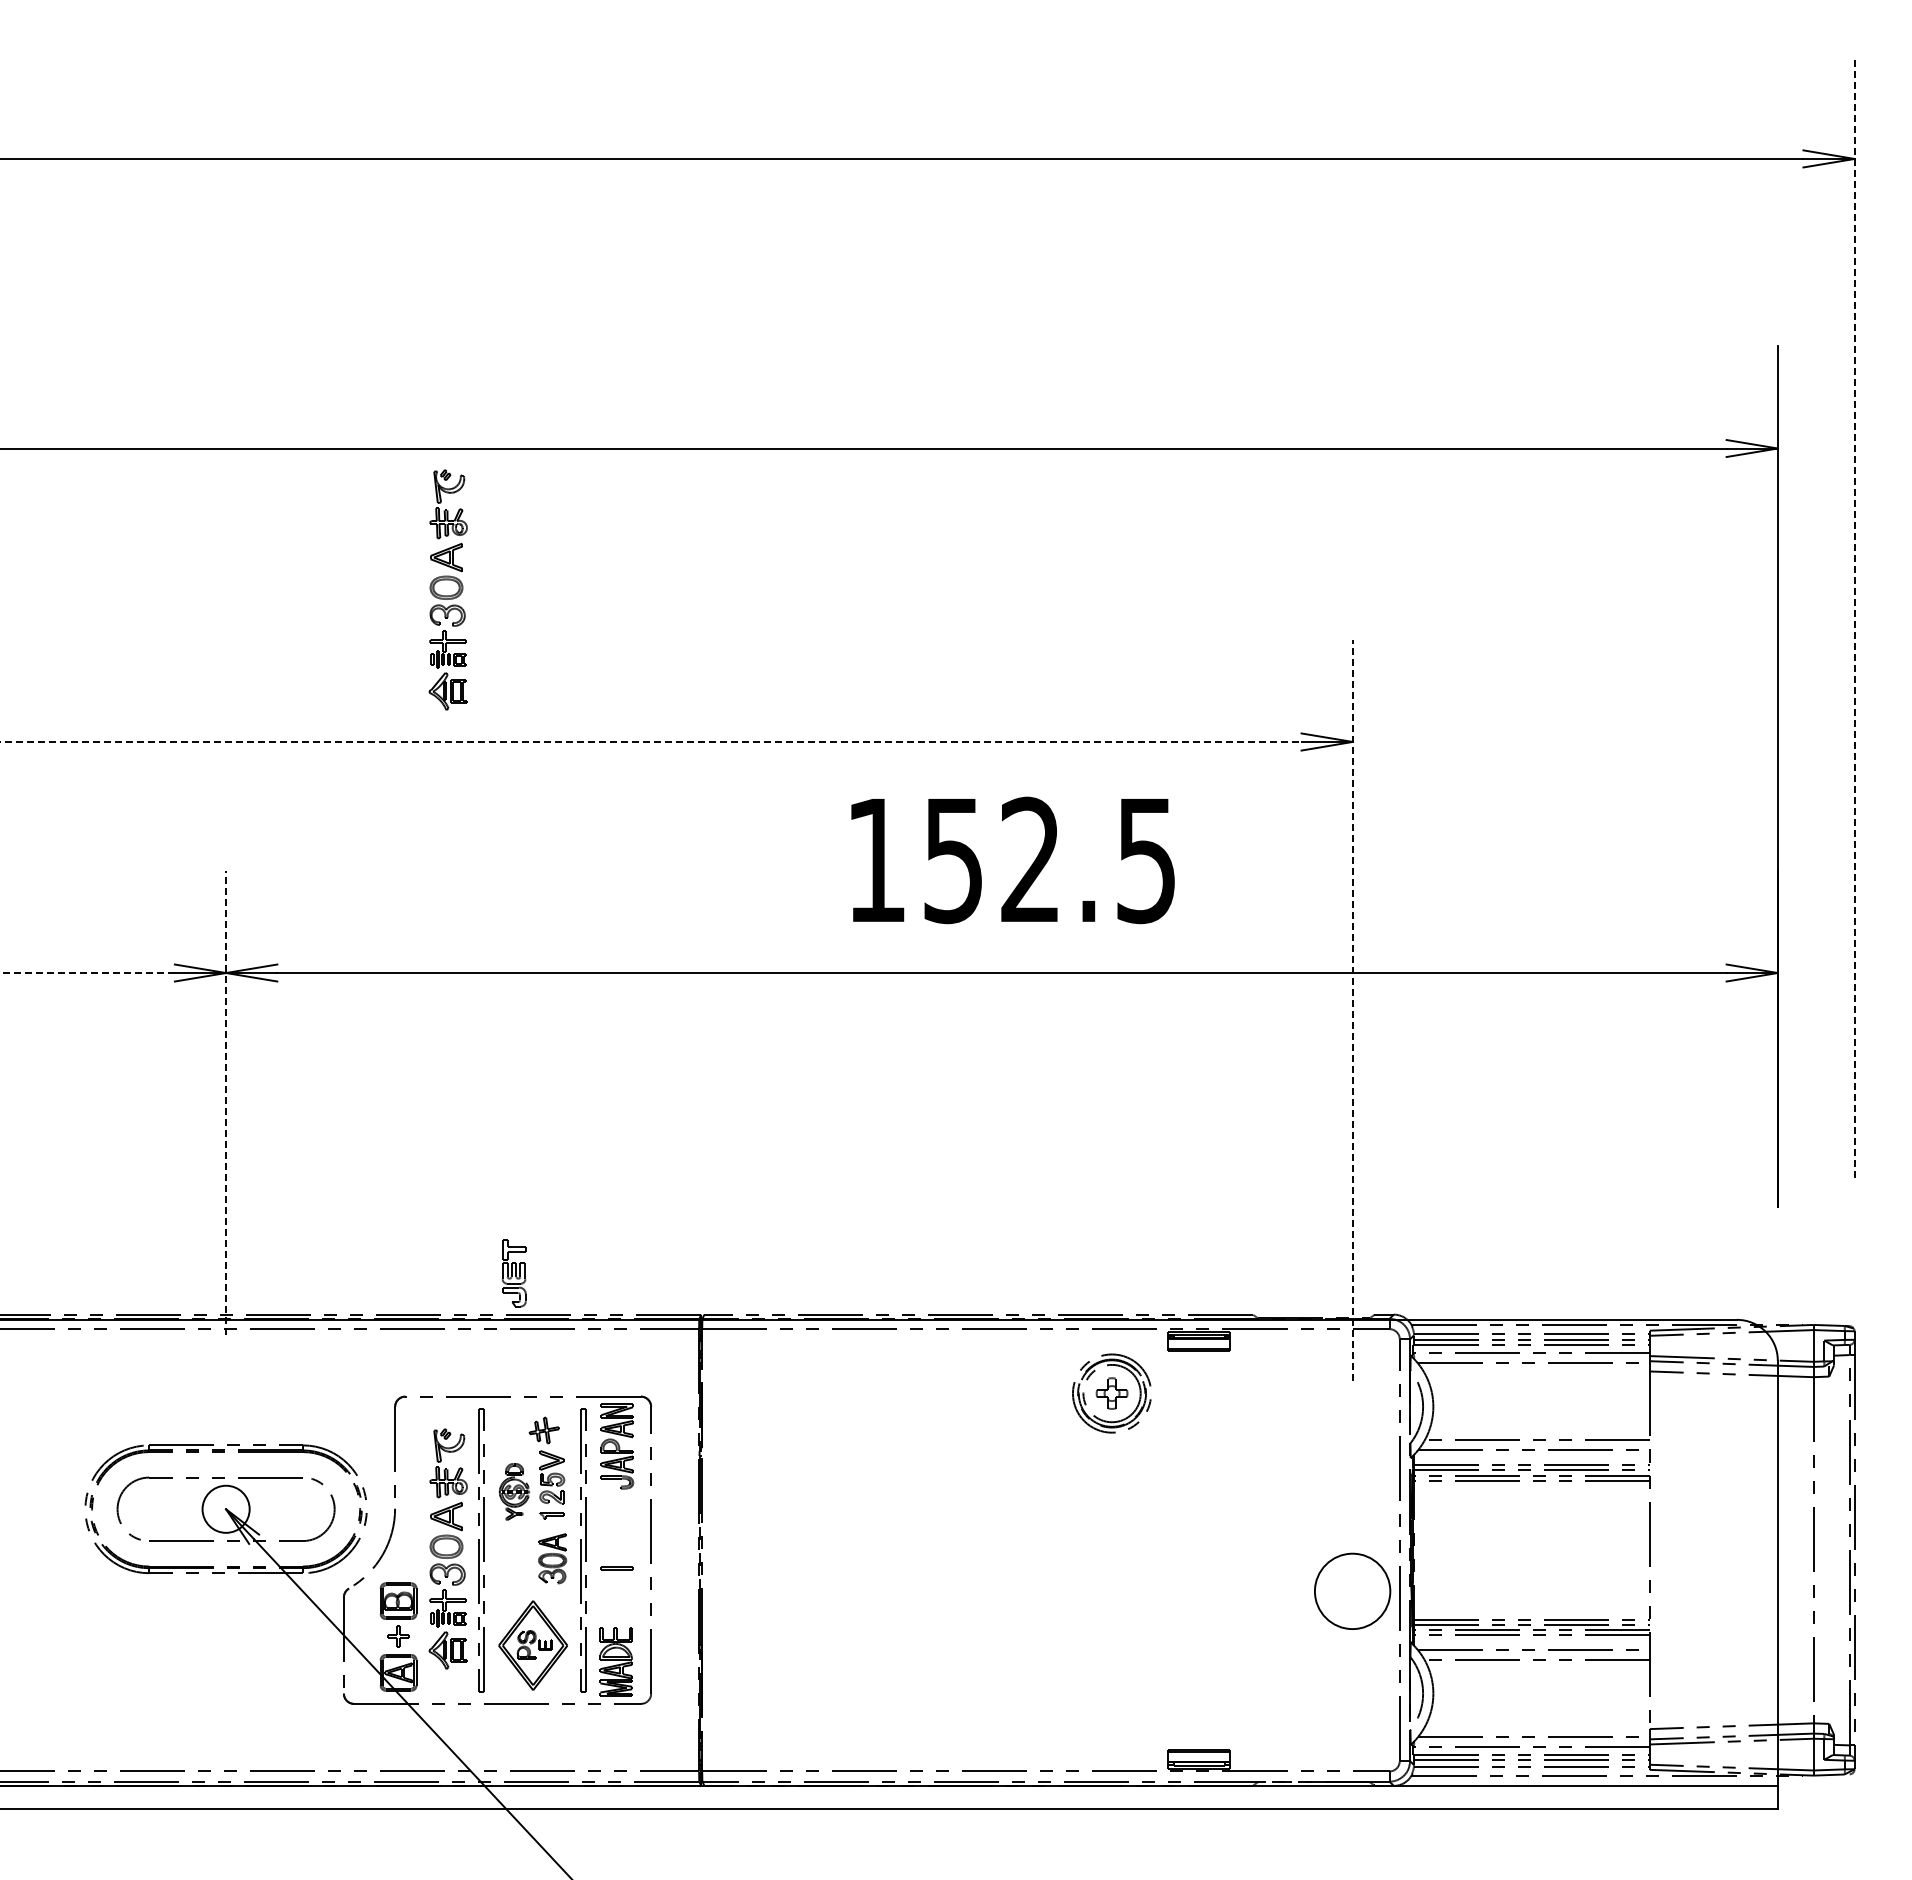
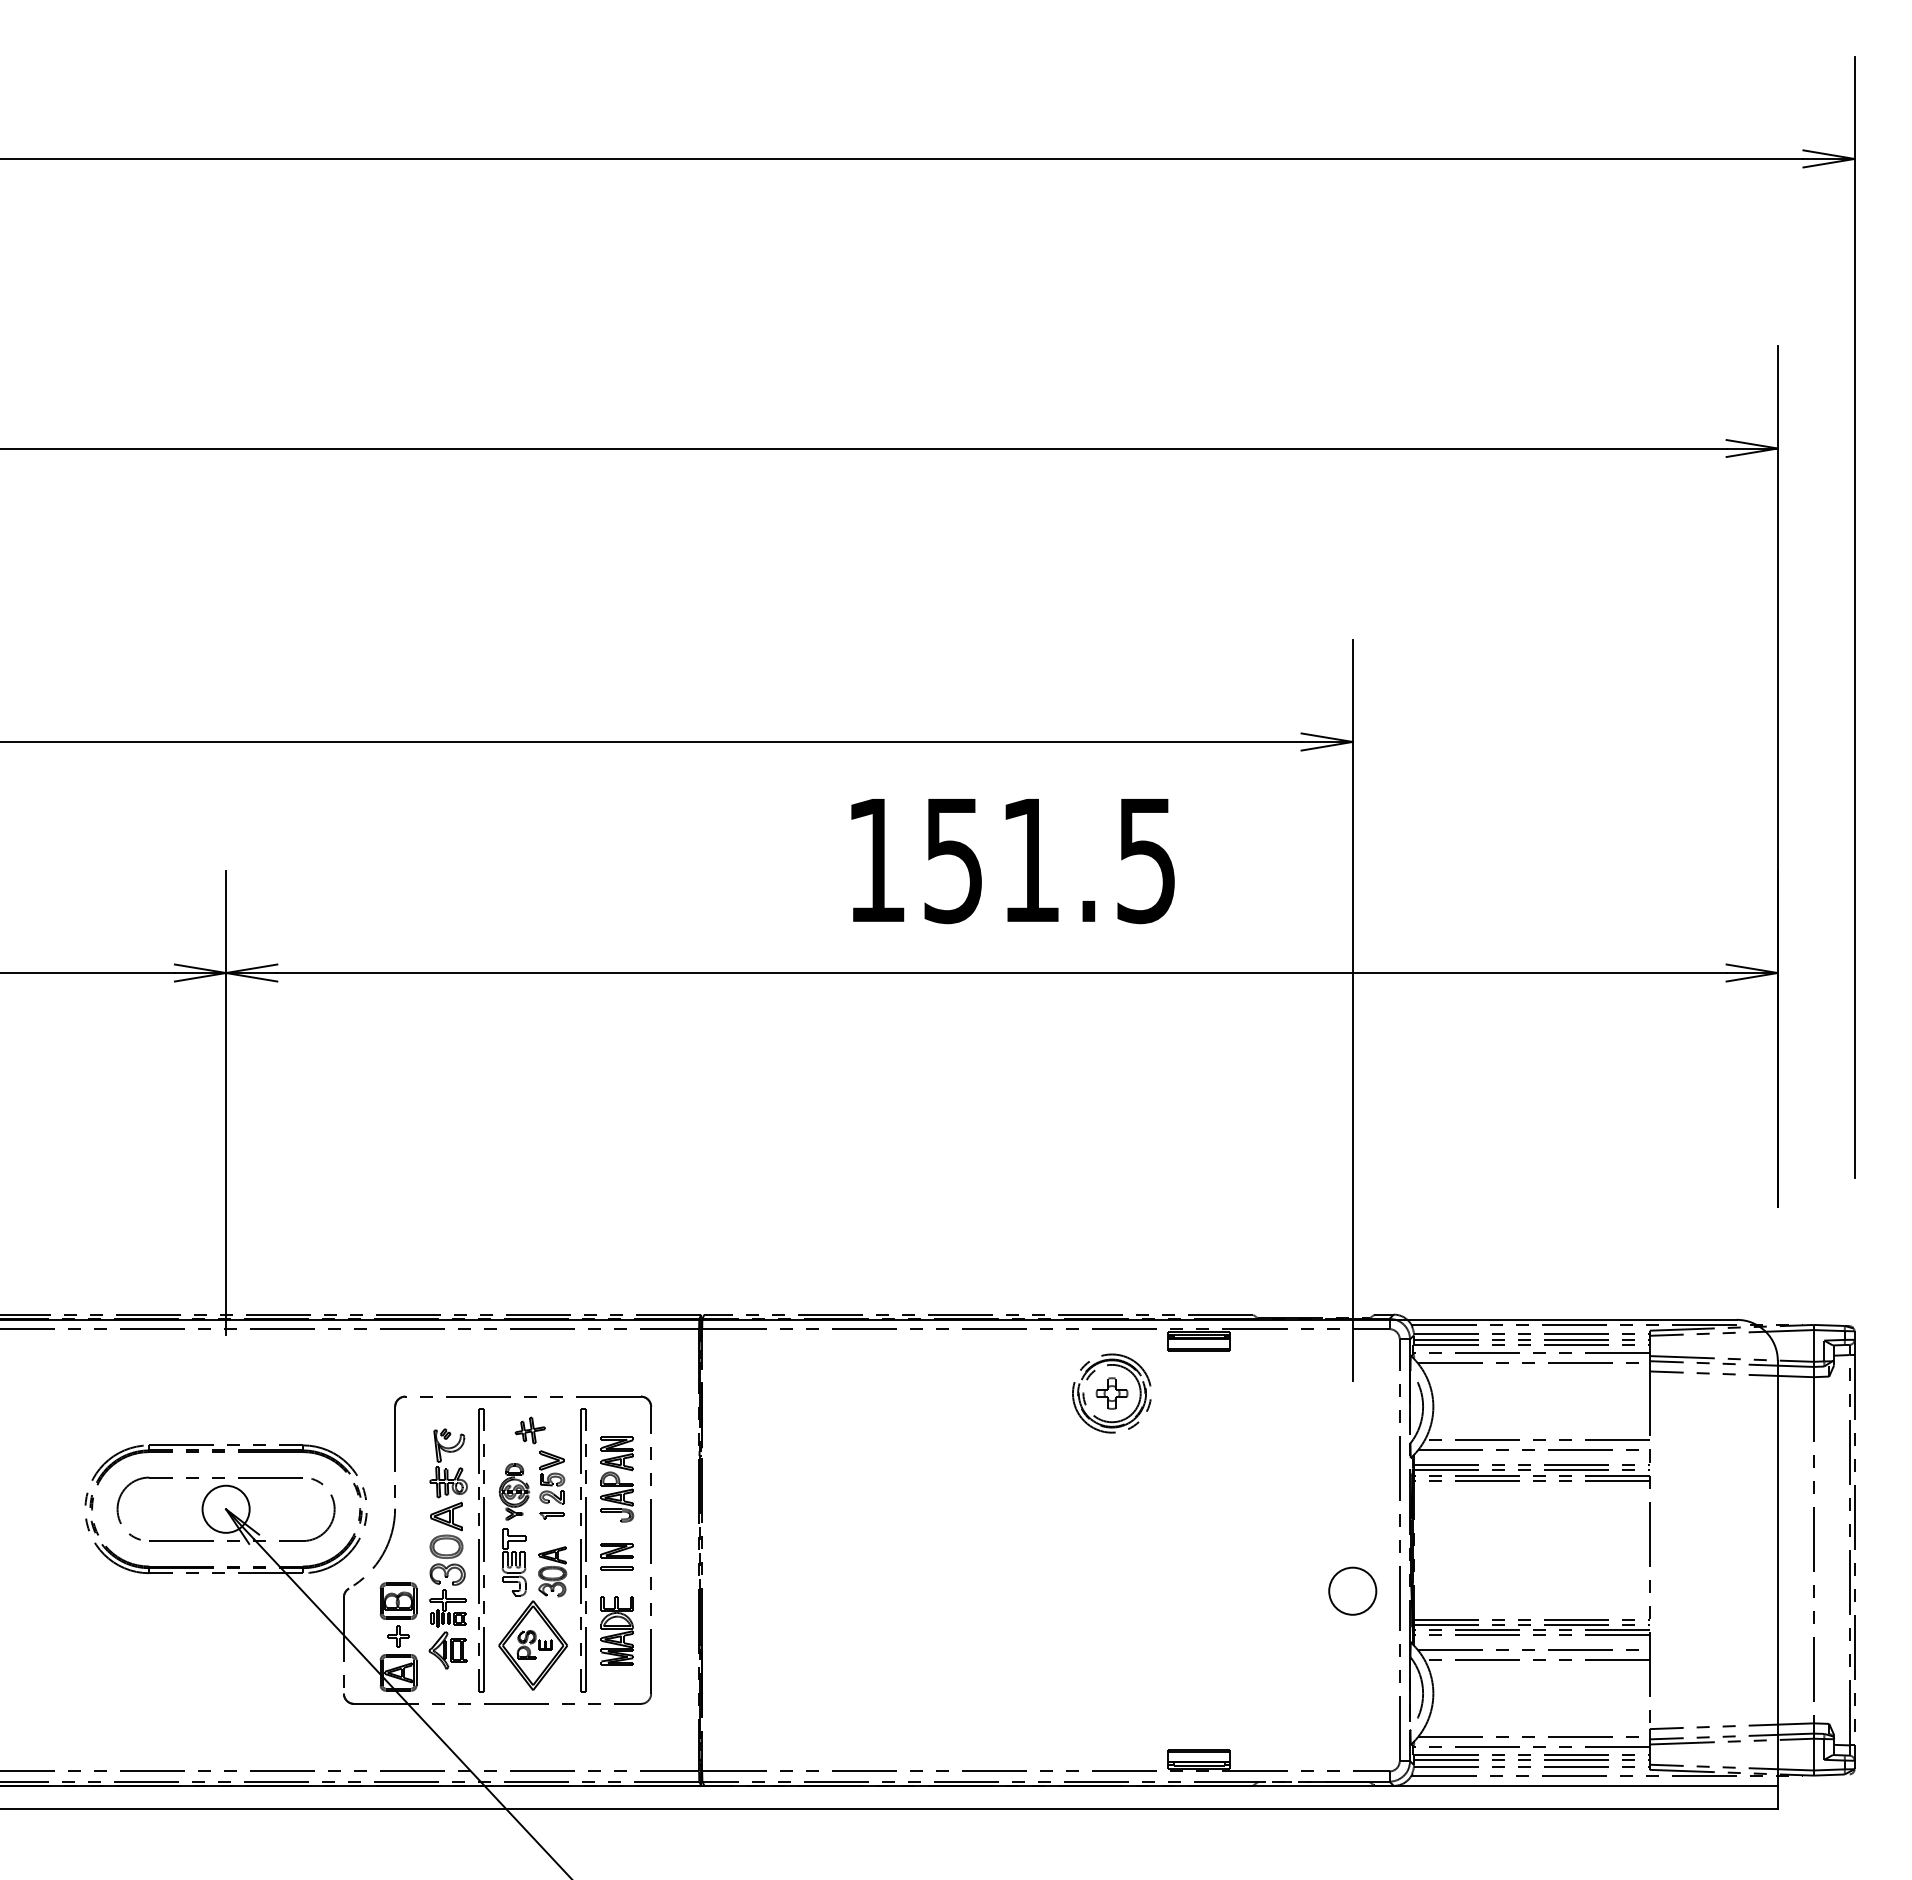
part at (447, 589): present -> none
line at (1854, 617): dashed -> solid
line at (651, 741): dashed -> solid
text at (1029, 858): 152.5 -> 151.5
line at (87, 973): dashed -> solid
line at (1352, 1010): dashed -> solid
line at (226, 1102): dashed -> solid
part at (513, 1273) position: (513, 1273) -> (513, 1562)
part at (543, 1430) position: (543, 1430) -> (529, 1430)
part at (617, 1446) position: (617, 1446) -> (617, 1479)
part at (616, 1550): none -> present
part at (552, 1558) position: (552, 1558) -> (552, 1571)
circle at (1352, 1590) size: 78x78 px -> 50x50 px
part at (615, 1661) position: (615, 1661) -> (616, 1630)
